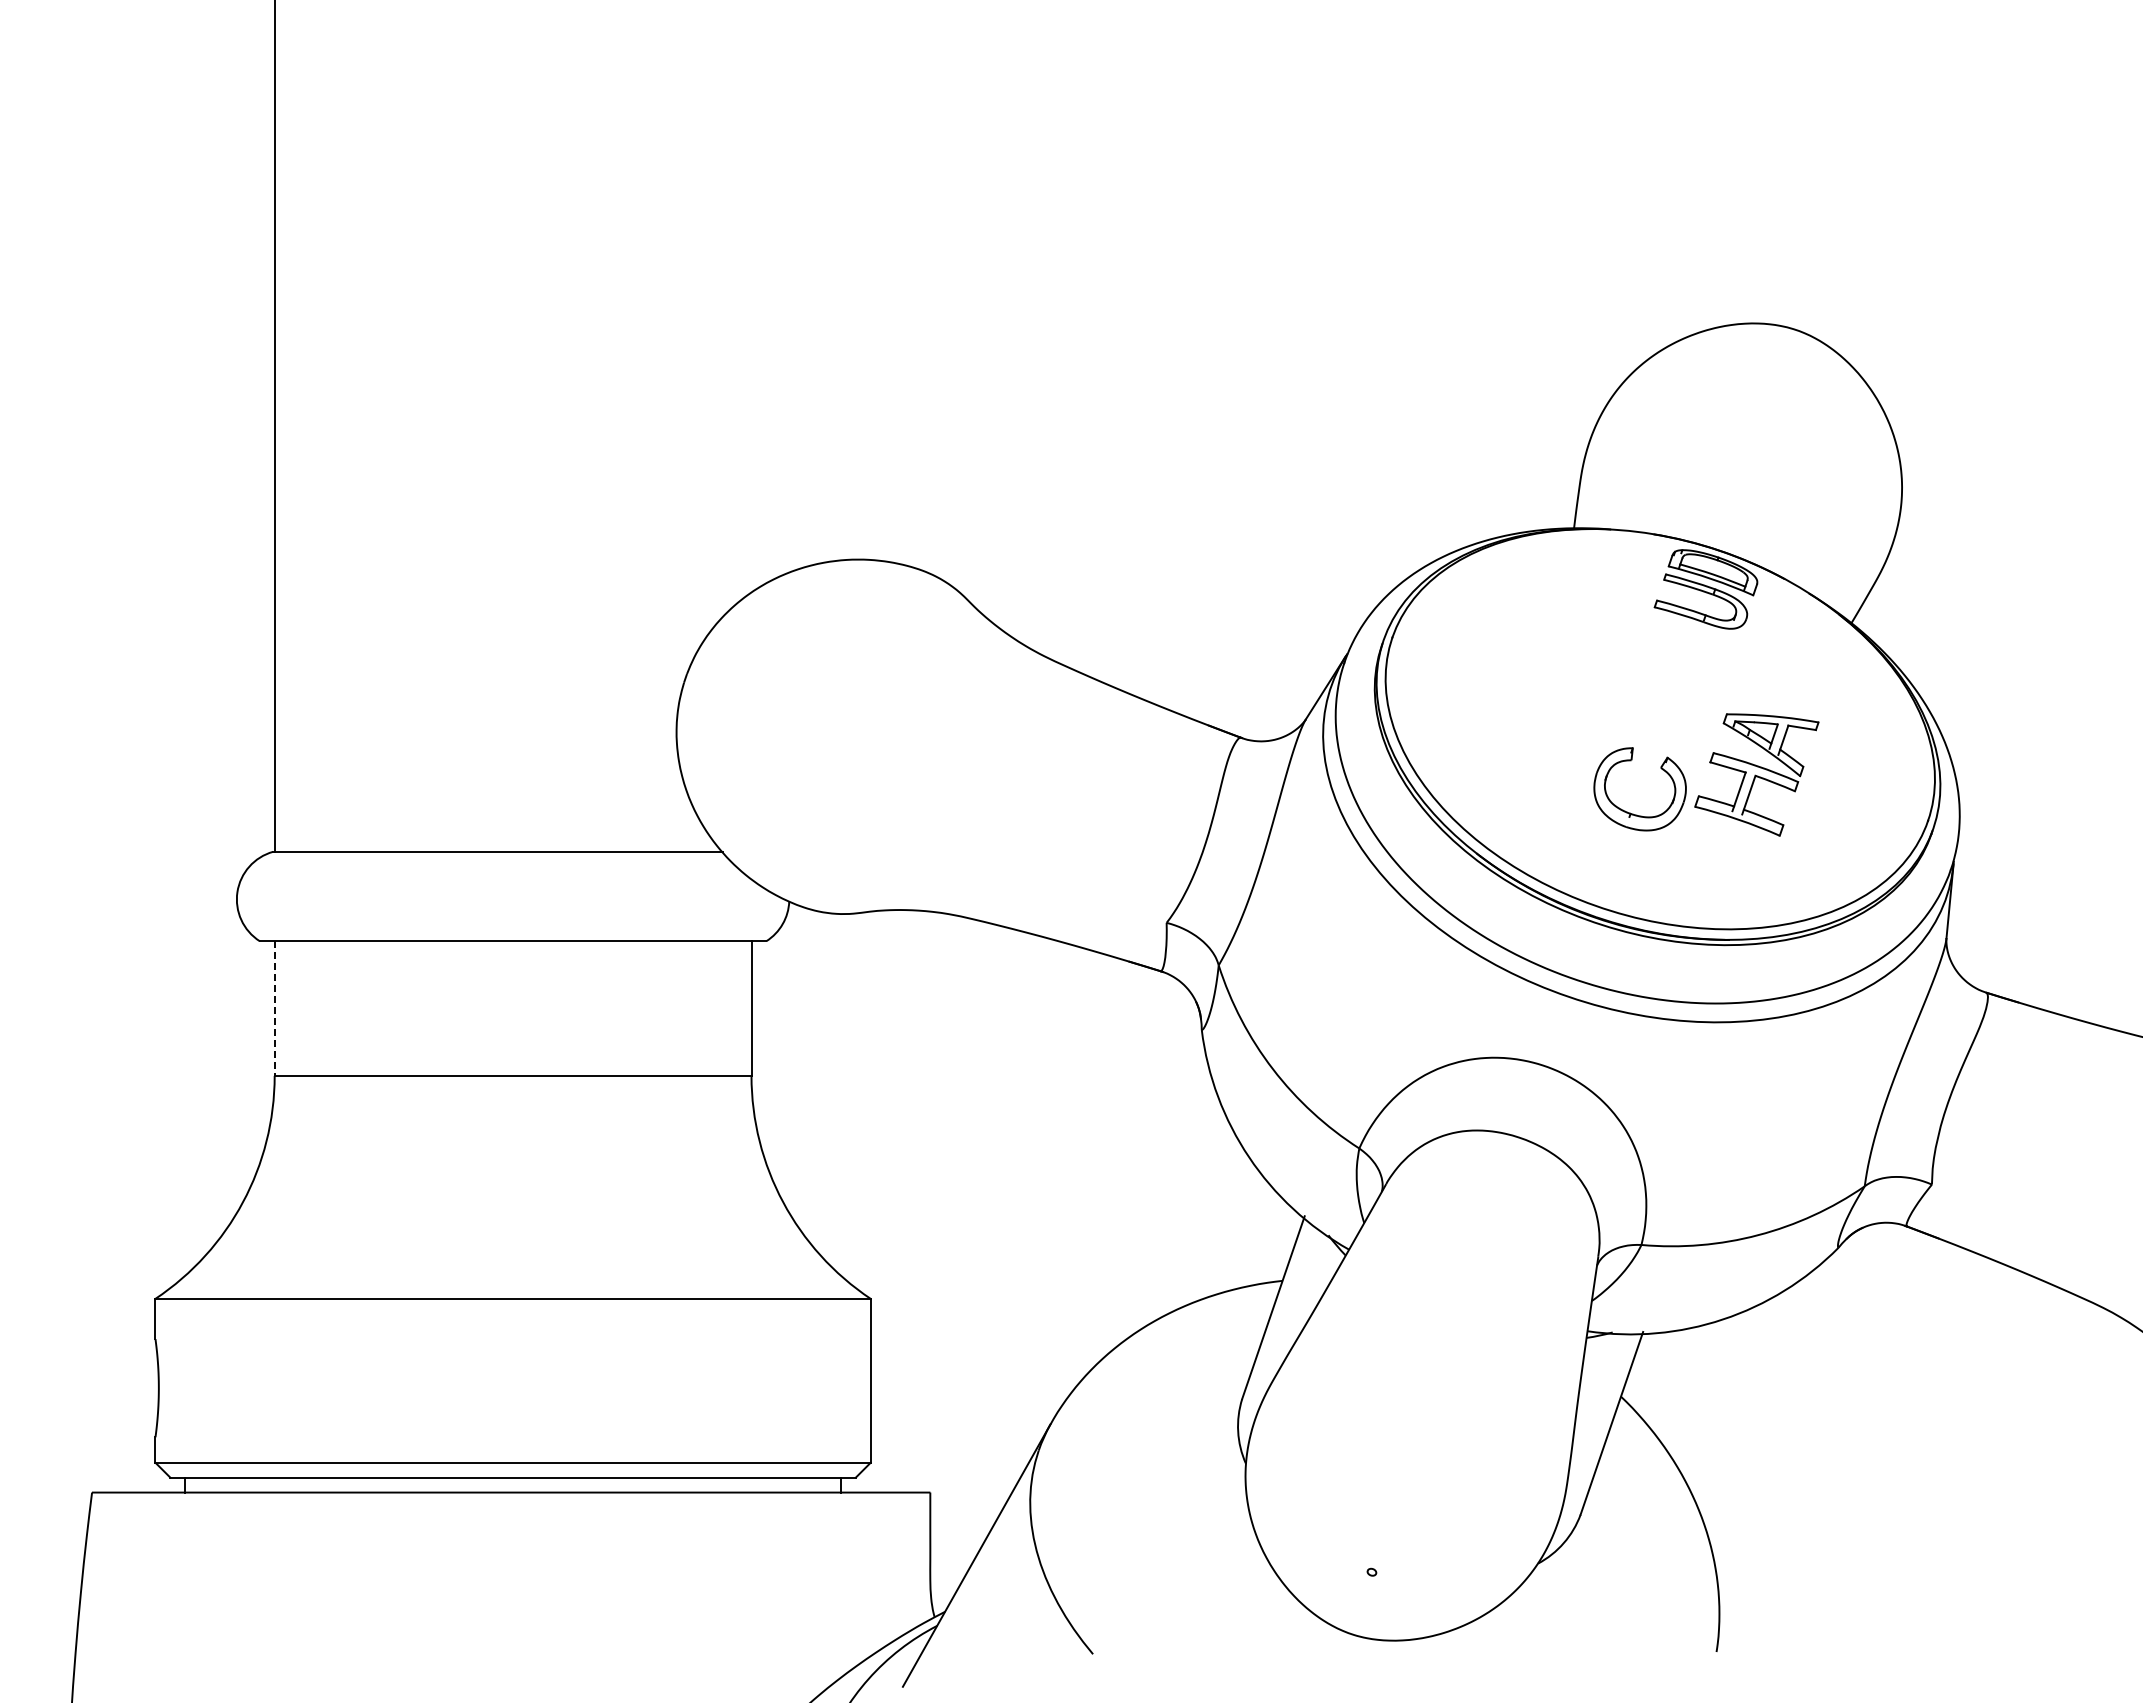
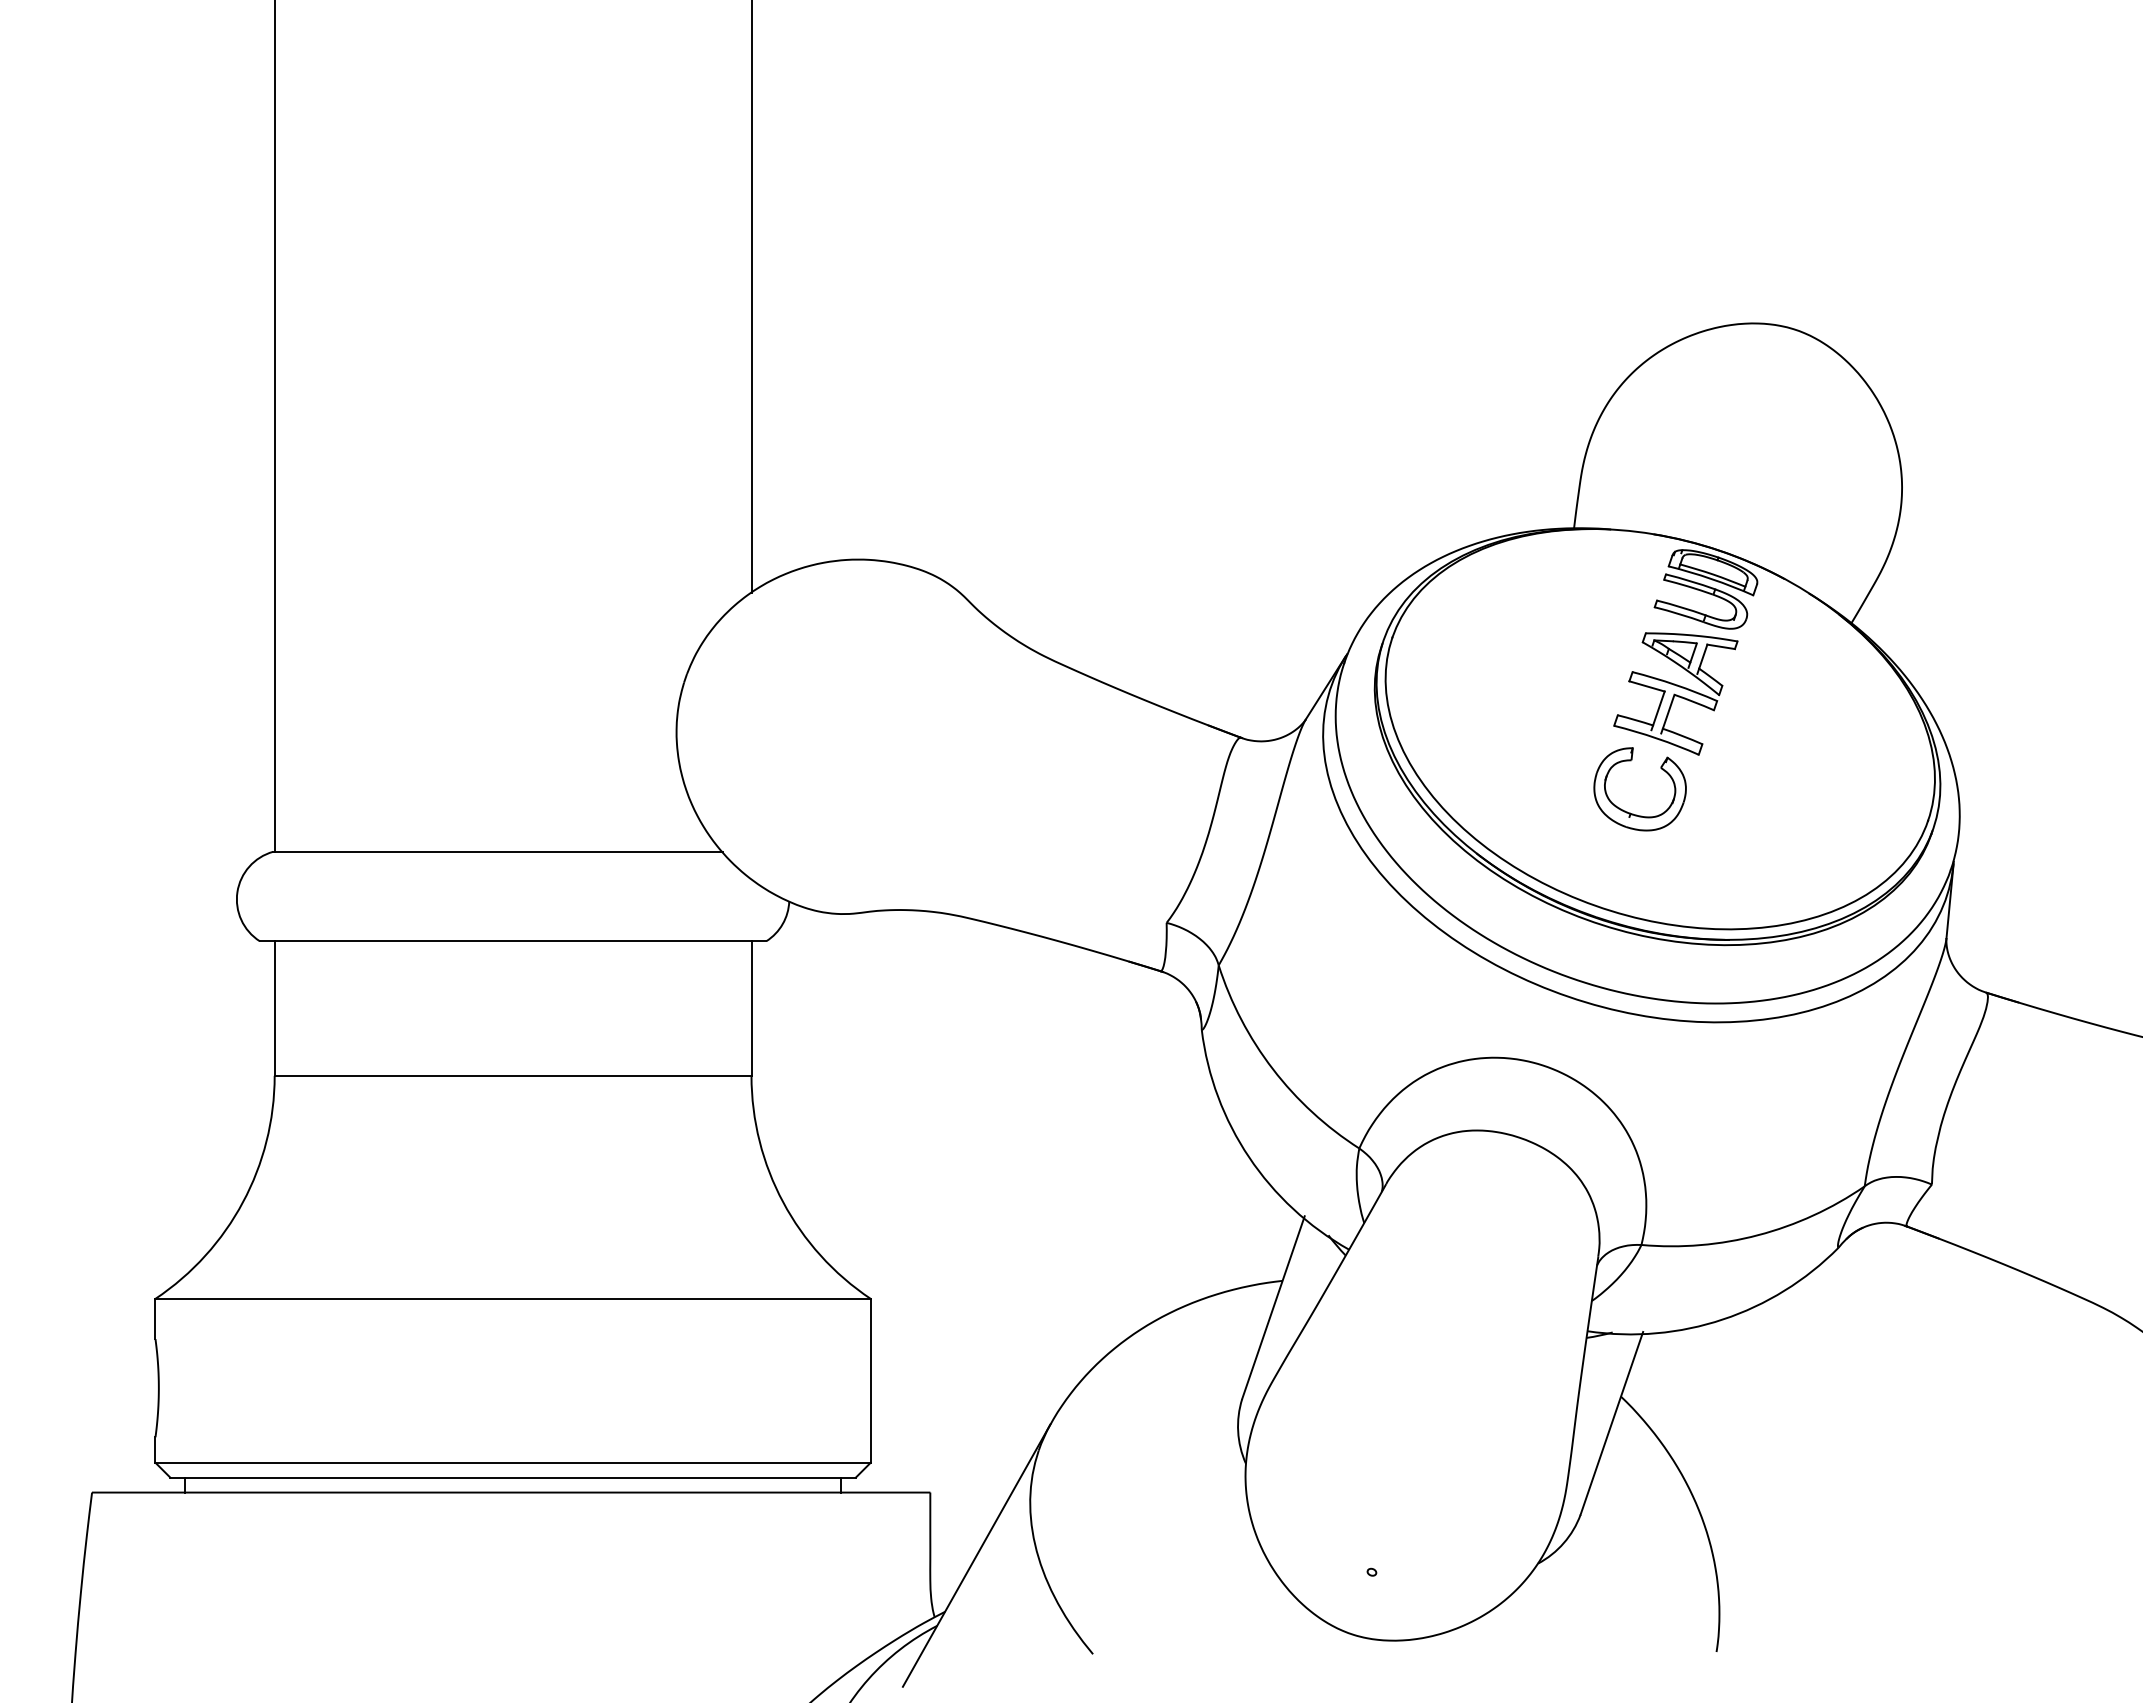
line at (751, 297): none -> present
part at (1756, 774) position: (1756, 774) -> (1675, 693)
line at (274, 1009): dashed -> solid
